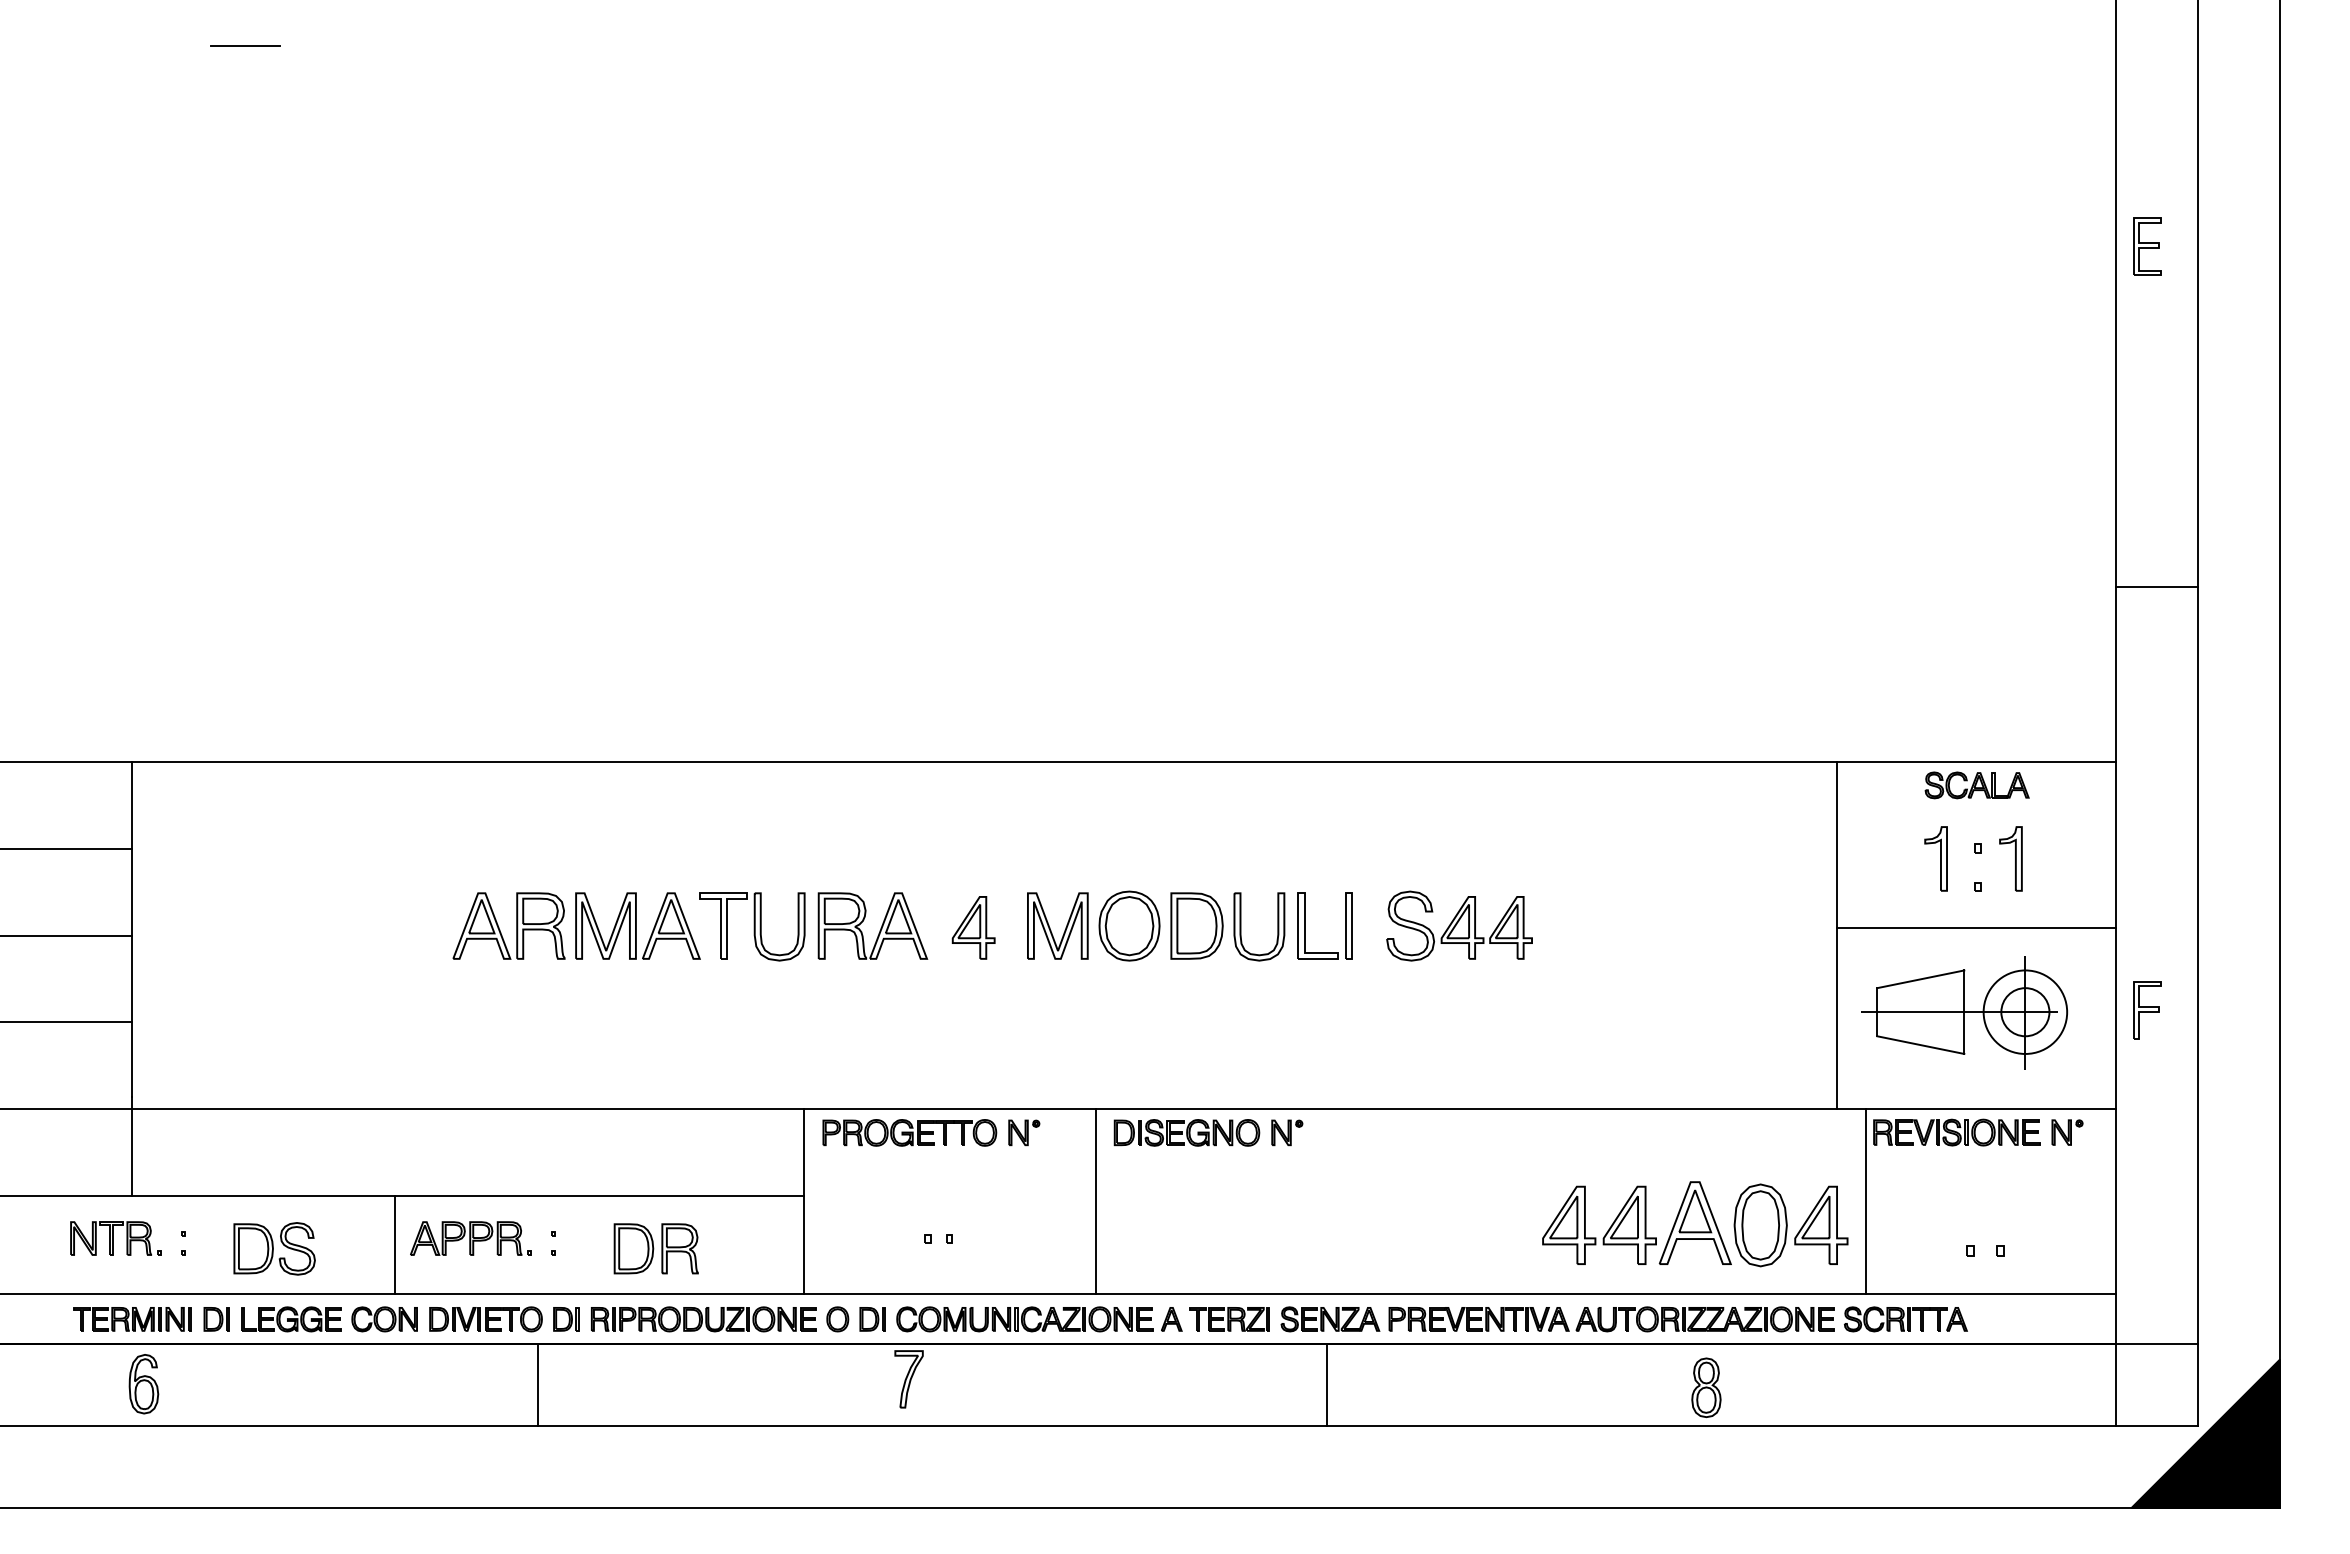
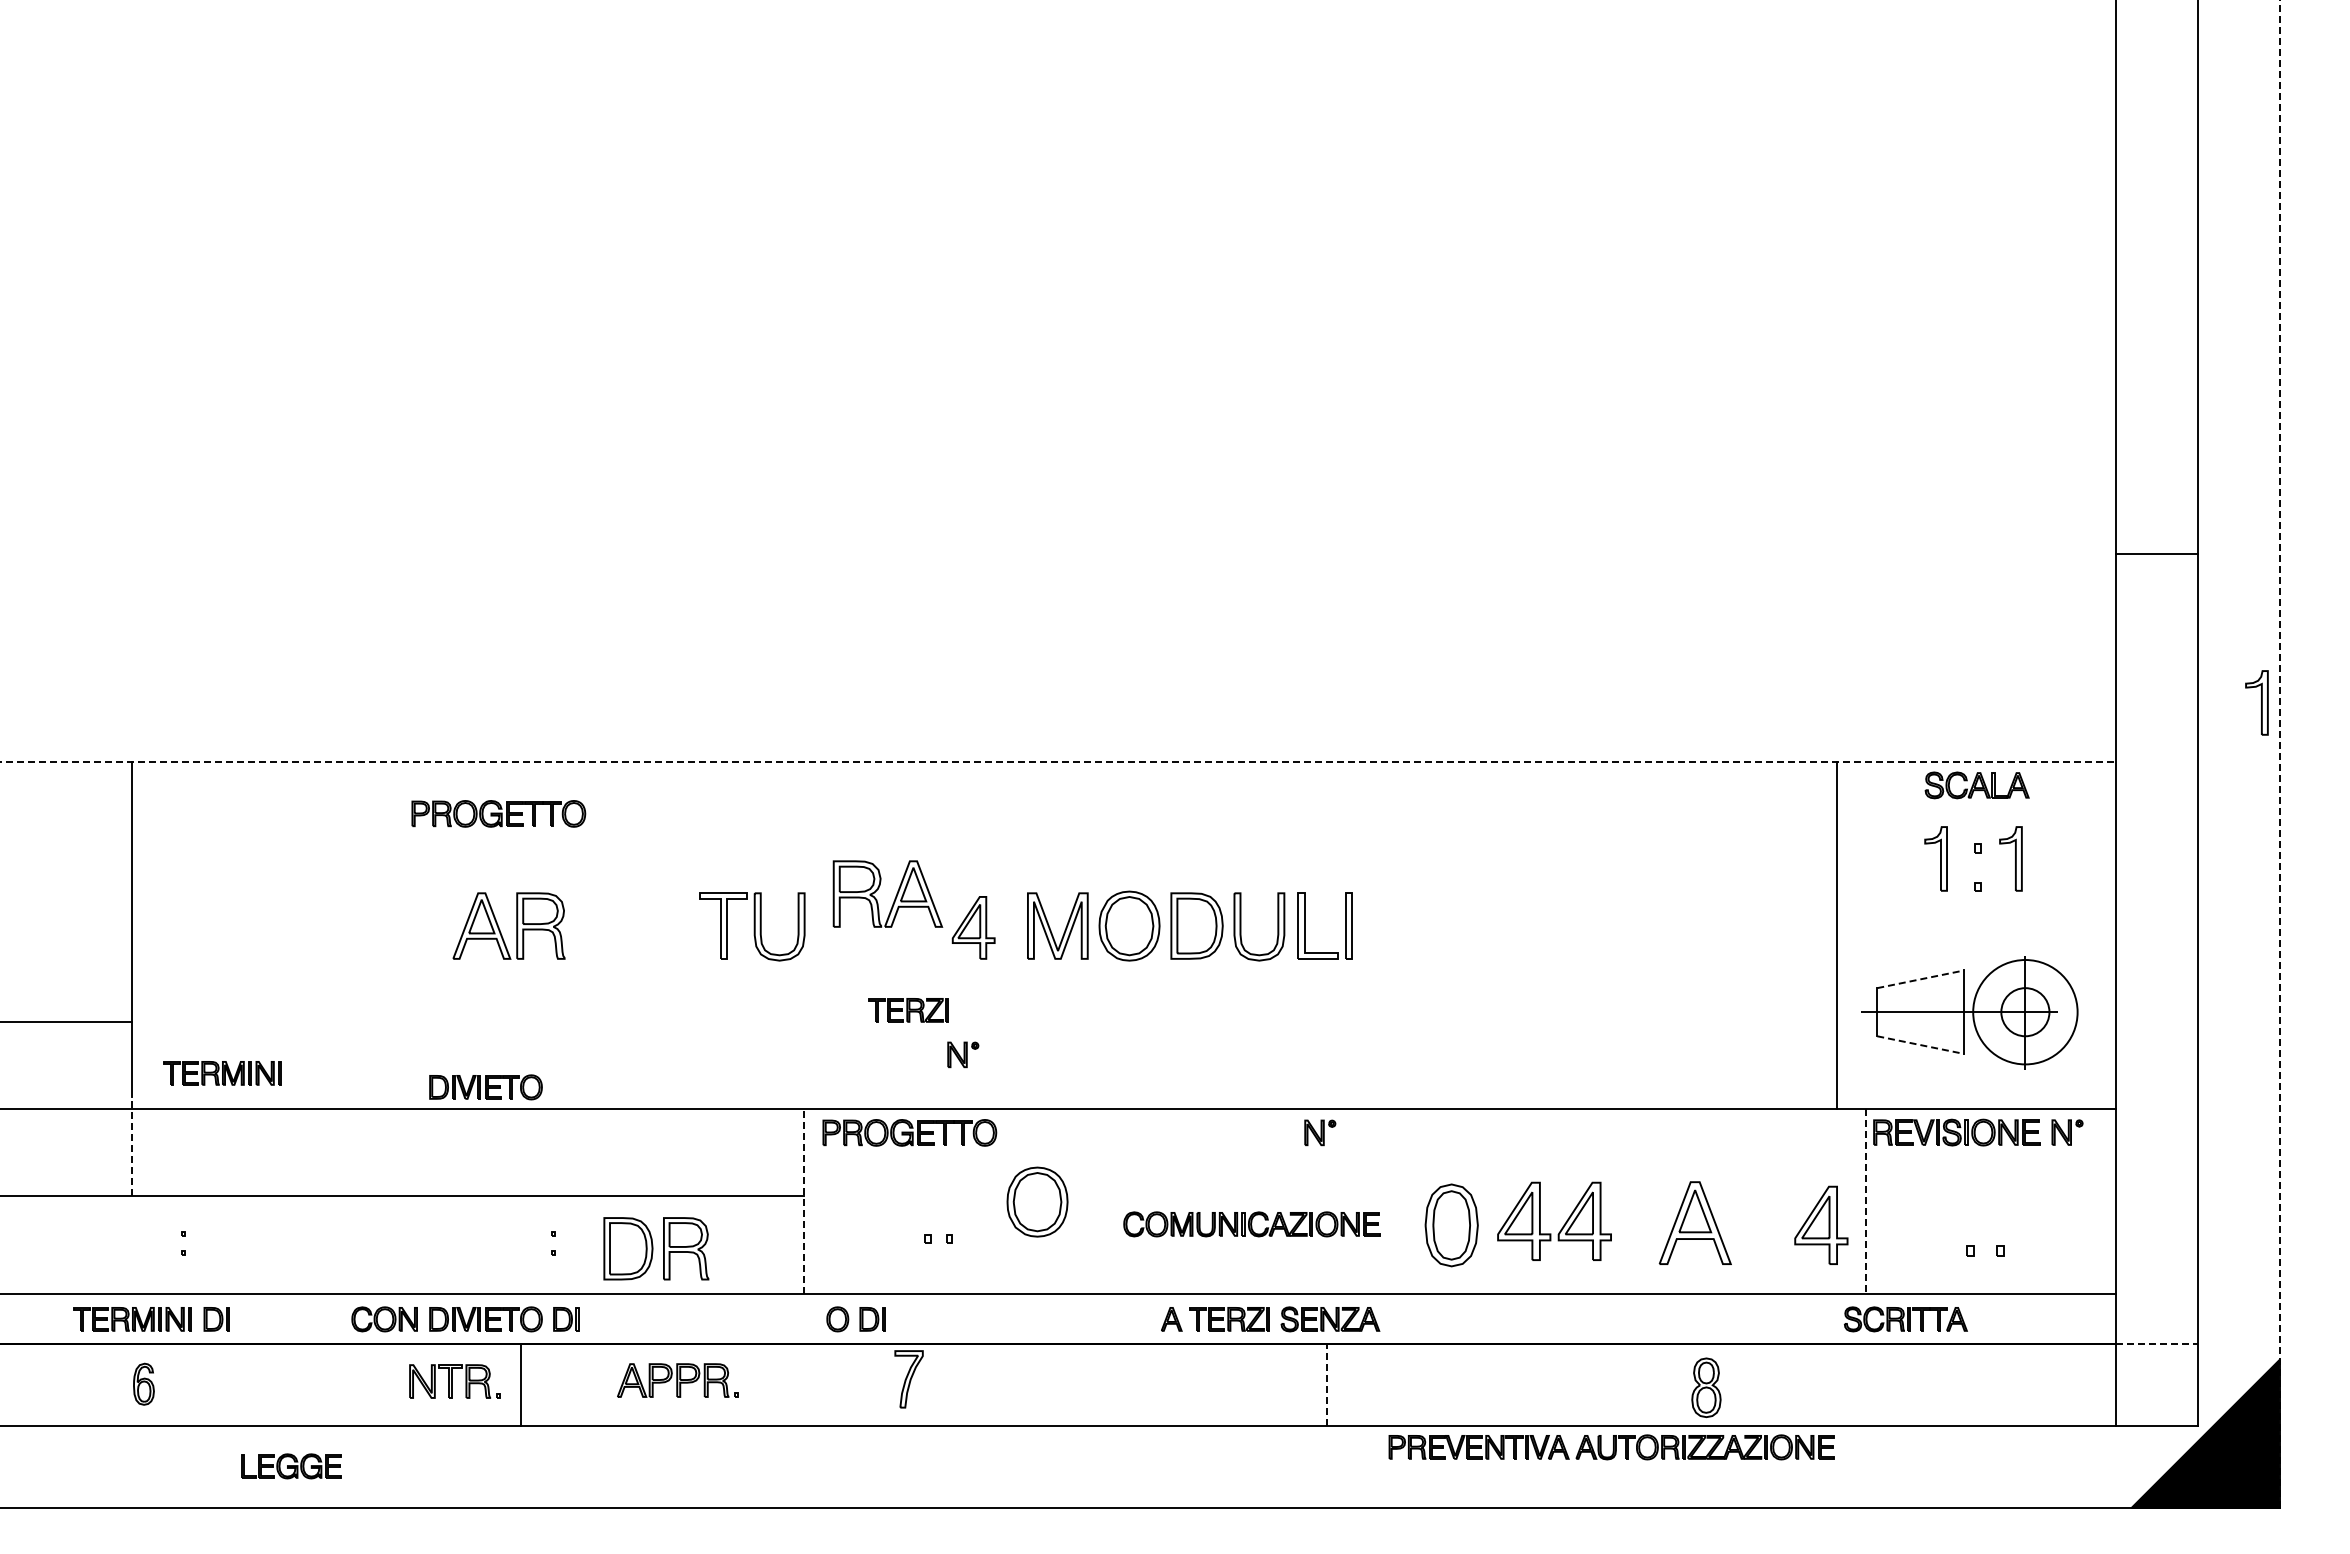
line at (244, 46): present -> none
part at (2147, 246): present -> none
line at (2156, 586) position: (2156, 586) -> (2156, 553)
part at (2256, 702): none -> present
line at (2279, 753): solid -> dashed
line at (1057, 761): solid -> dashed
part at (498, 813): none -> present
line at (67, 848): present -> none
part at (637, 925): present -> none
part at (1459, 925): present -> none
line at (1975, 927): present -> none
part at (880, 928) position: (880, 928) -> (895, 896)
line at (67, 935): present -> none
line at (1921, 979): solid -> dashed
part at (908, 1010): none -> present
part at (2147, 1010): present -> none
circle at (2025, 1011) diameter: 84 px -> 104 px
line at (1921, 1045): solid -> dashed
part at (222, 1073): none -> present
part at (485, 1087): none -> present
part at (1024, 1132) position: (1024, 1132) -> (963, 1054)
part at (1186, 1132): present -> none
part at (1287, 1132) position: (1287, 1132) -> (1320, 1132)
line at (132, 1146): solid -> dashed
line at (804, 1201): solid -> dashed
part at (1037, 1201): none -> present
line at (1095, 1201): present -> none
line at (1866, 1201): solid -> dashed
part at (1760, 1225) position: (1760, 1225) -> (1451, 1225)
part at (1607, 1230) position: (1607, 1230) -> (1562, 1226)
part at (115, 1238) position: (115, 1238) -> (454, 1381)
part at (470, 1238) position: (470, 1238) -> (677, 1380)
line at (394, 1245): present -> none
part at (274, 1248): present -> none
part at (655, 1248) size: 86x52 px -> 107x64 px
part at (291, 1319) position: (291, 1319) -> (291, 1466)
part at (703, 1319): present -> none
part at (1024, 1319) position: (1024, 1319) -> (1251, 1224)
part at (1611, 1319) position: (1611, 1319) -> (1611, 1447)
line at (2156, 1343): solid -> dashed
part at (143, 1384) size: 32x61 px -> 22x44 px
line at (537, 1384) position: (537, 1384) -> (520, 1384)
line at (1326, 1384): solid -> dashed
